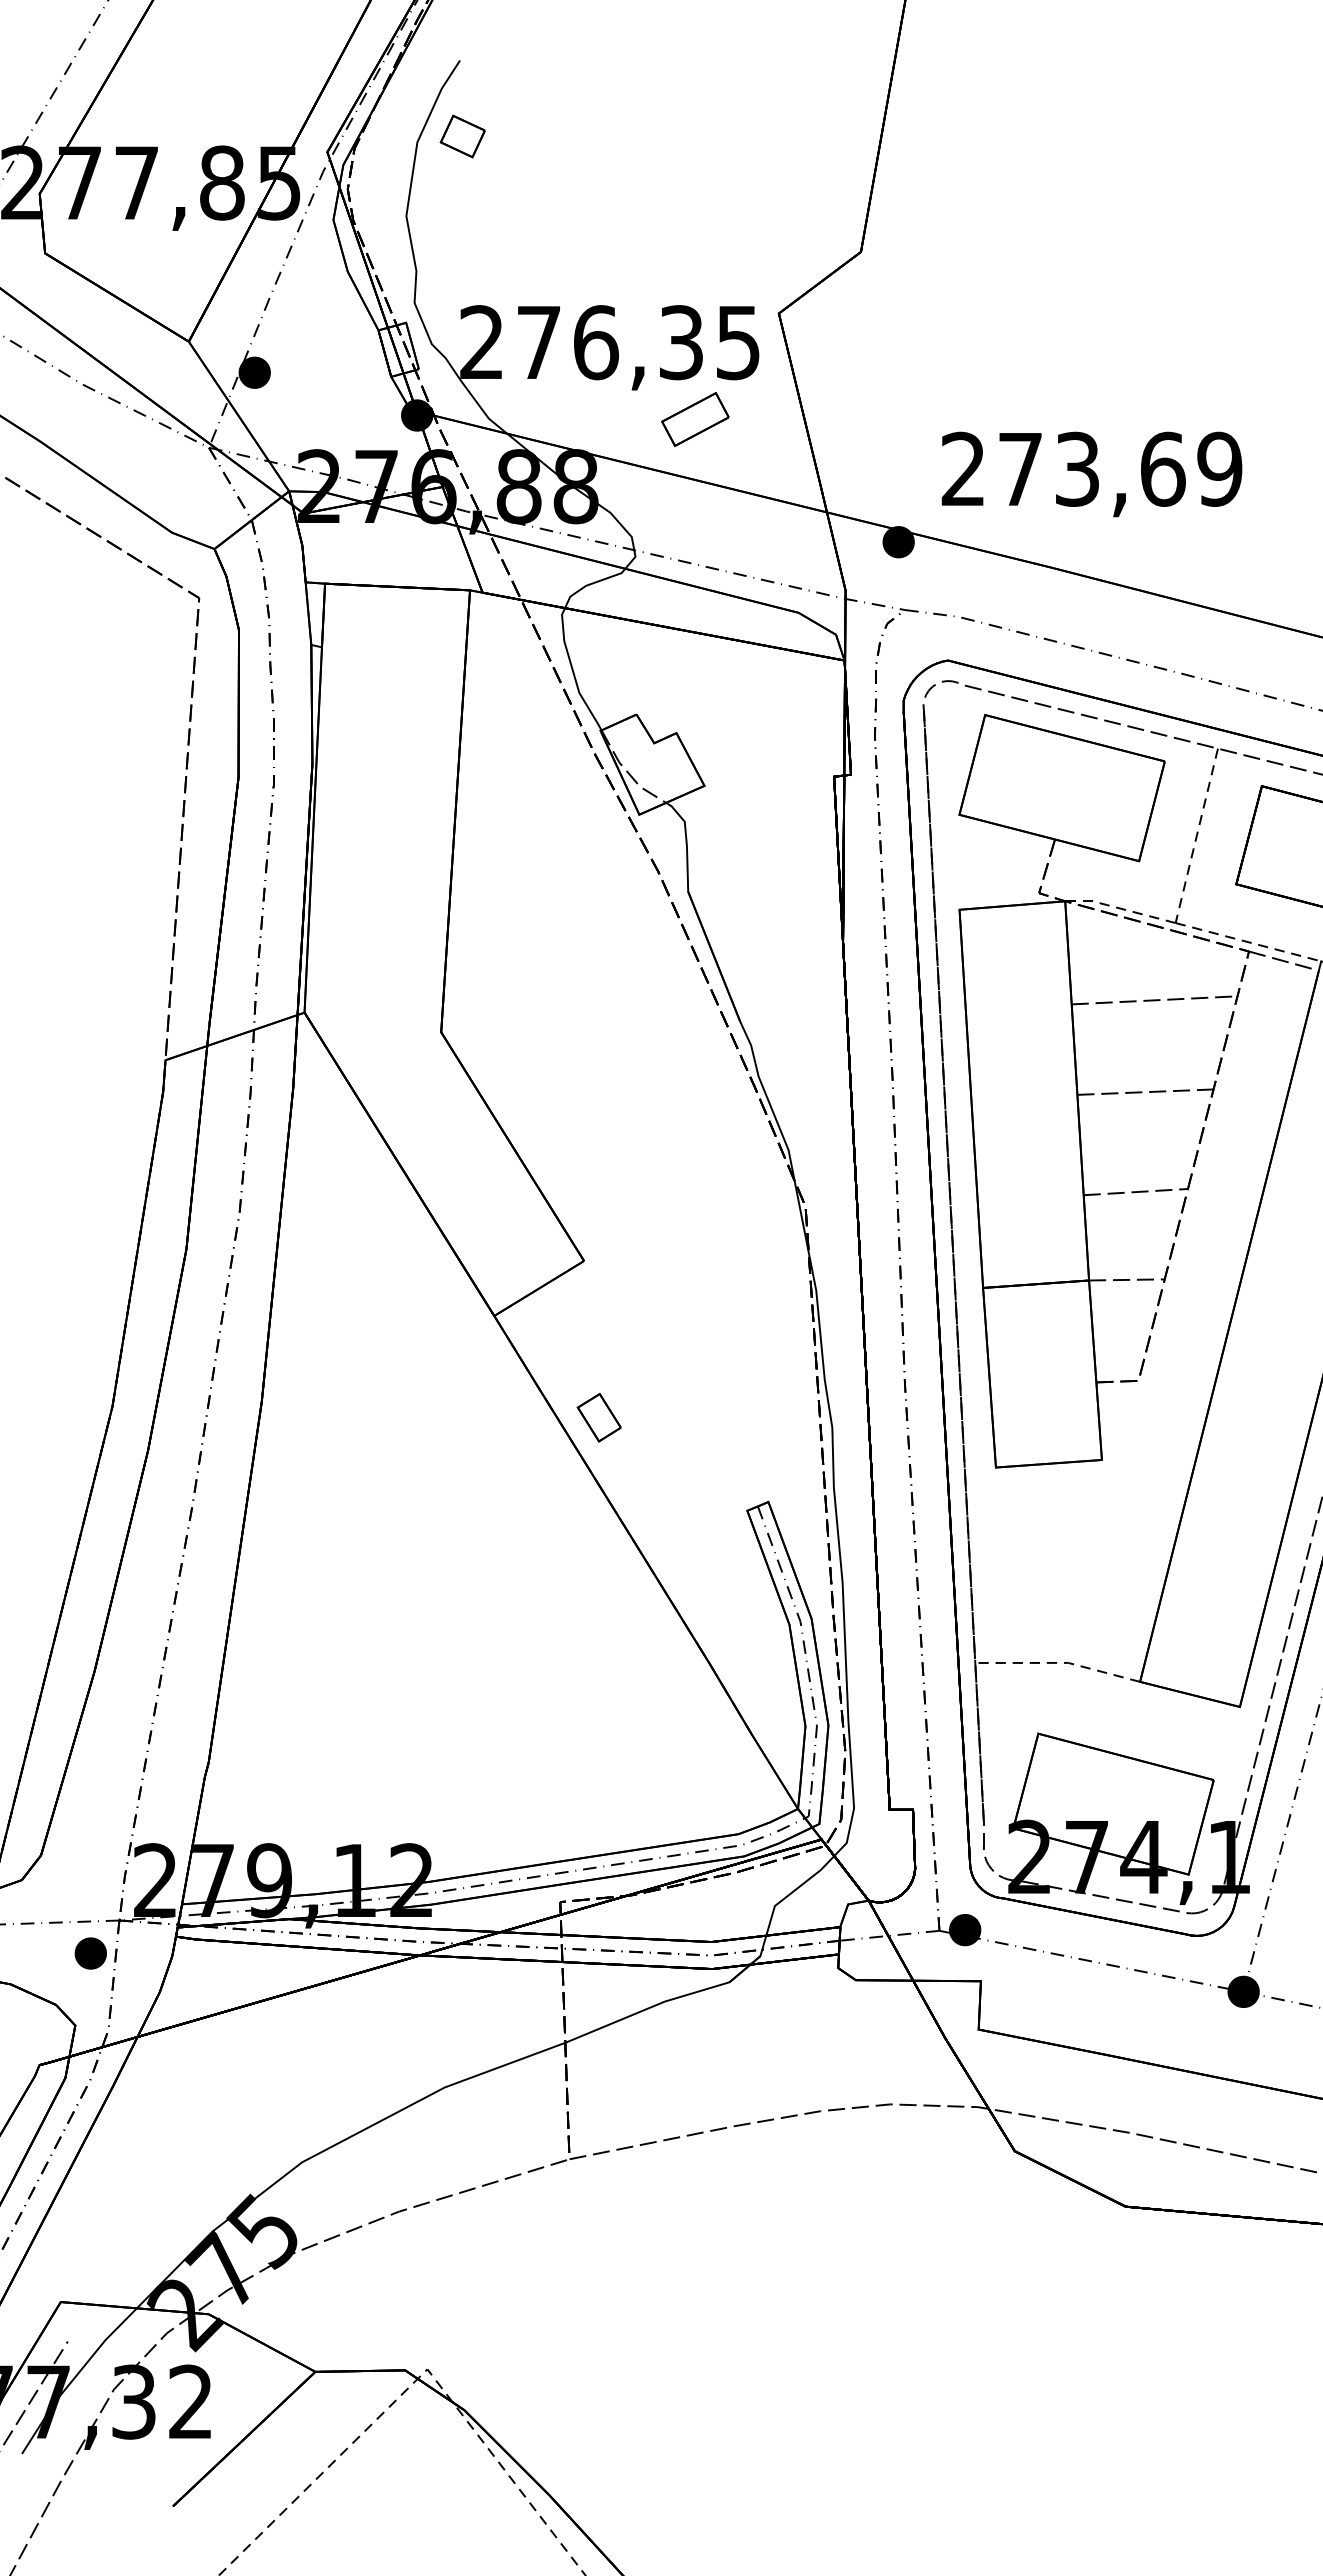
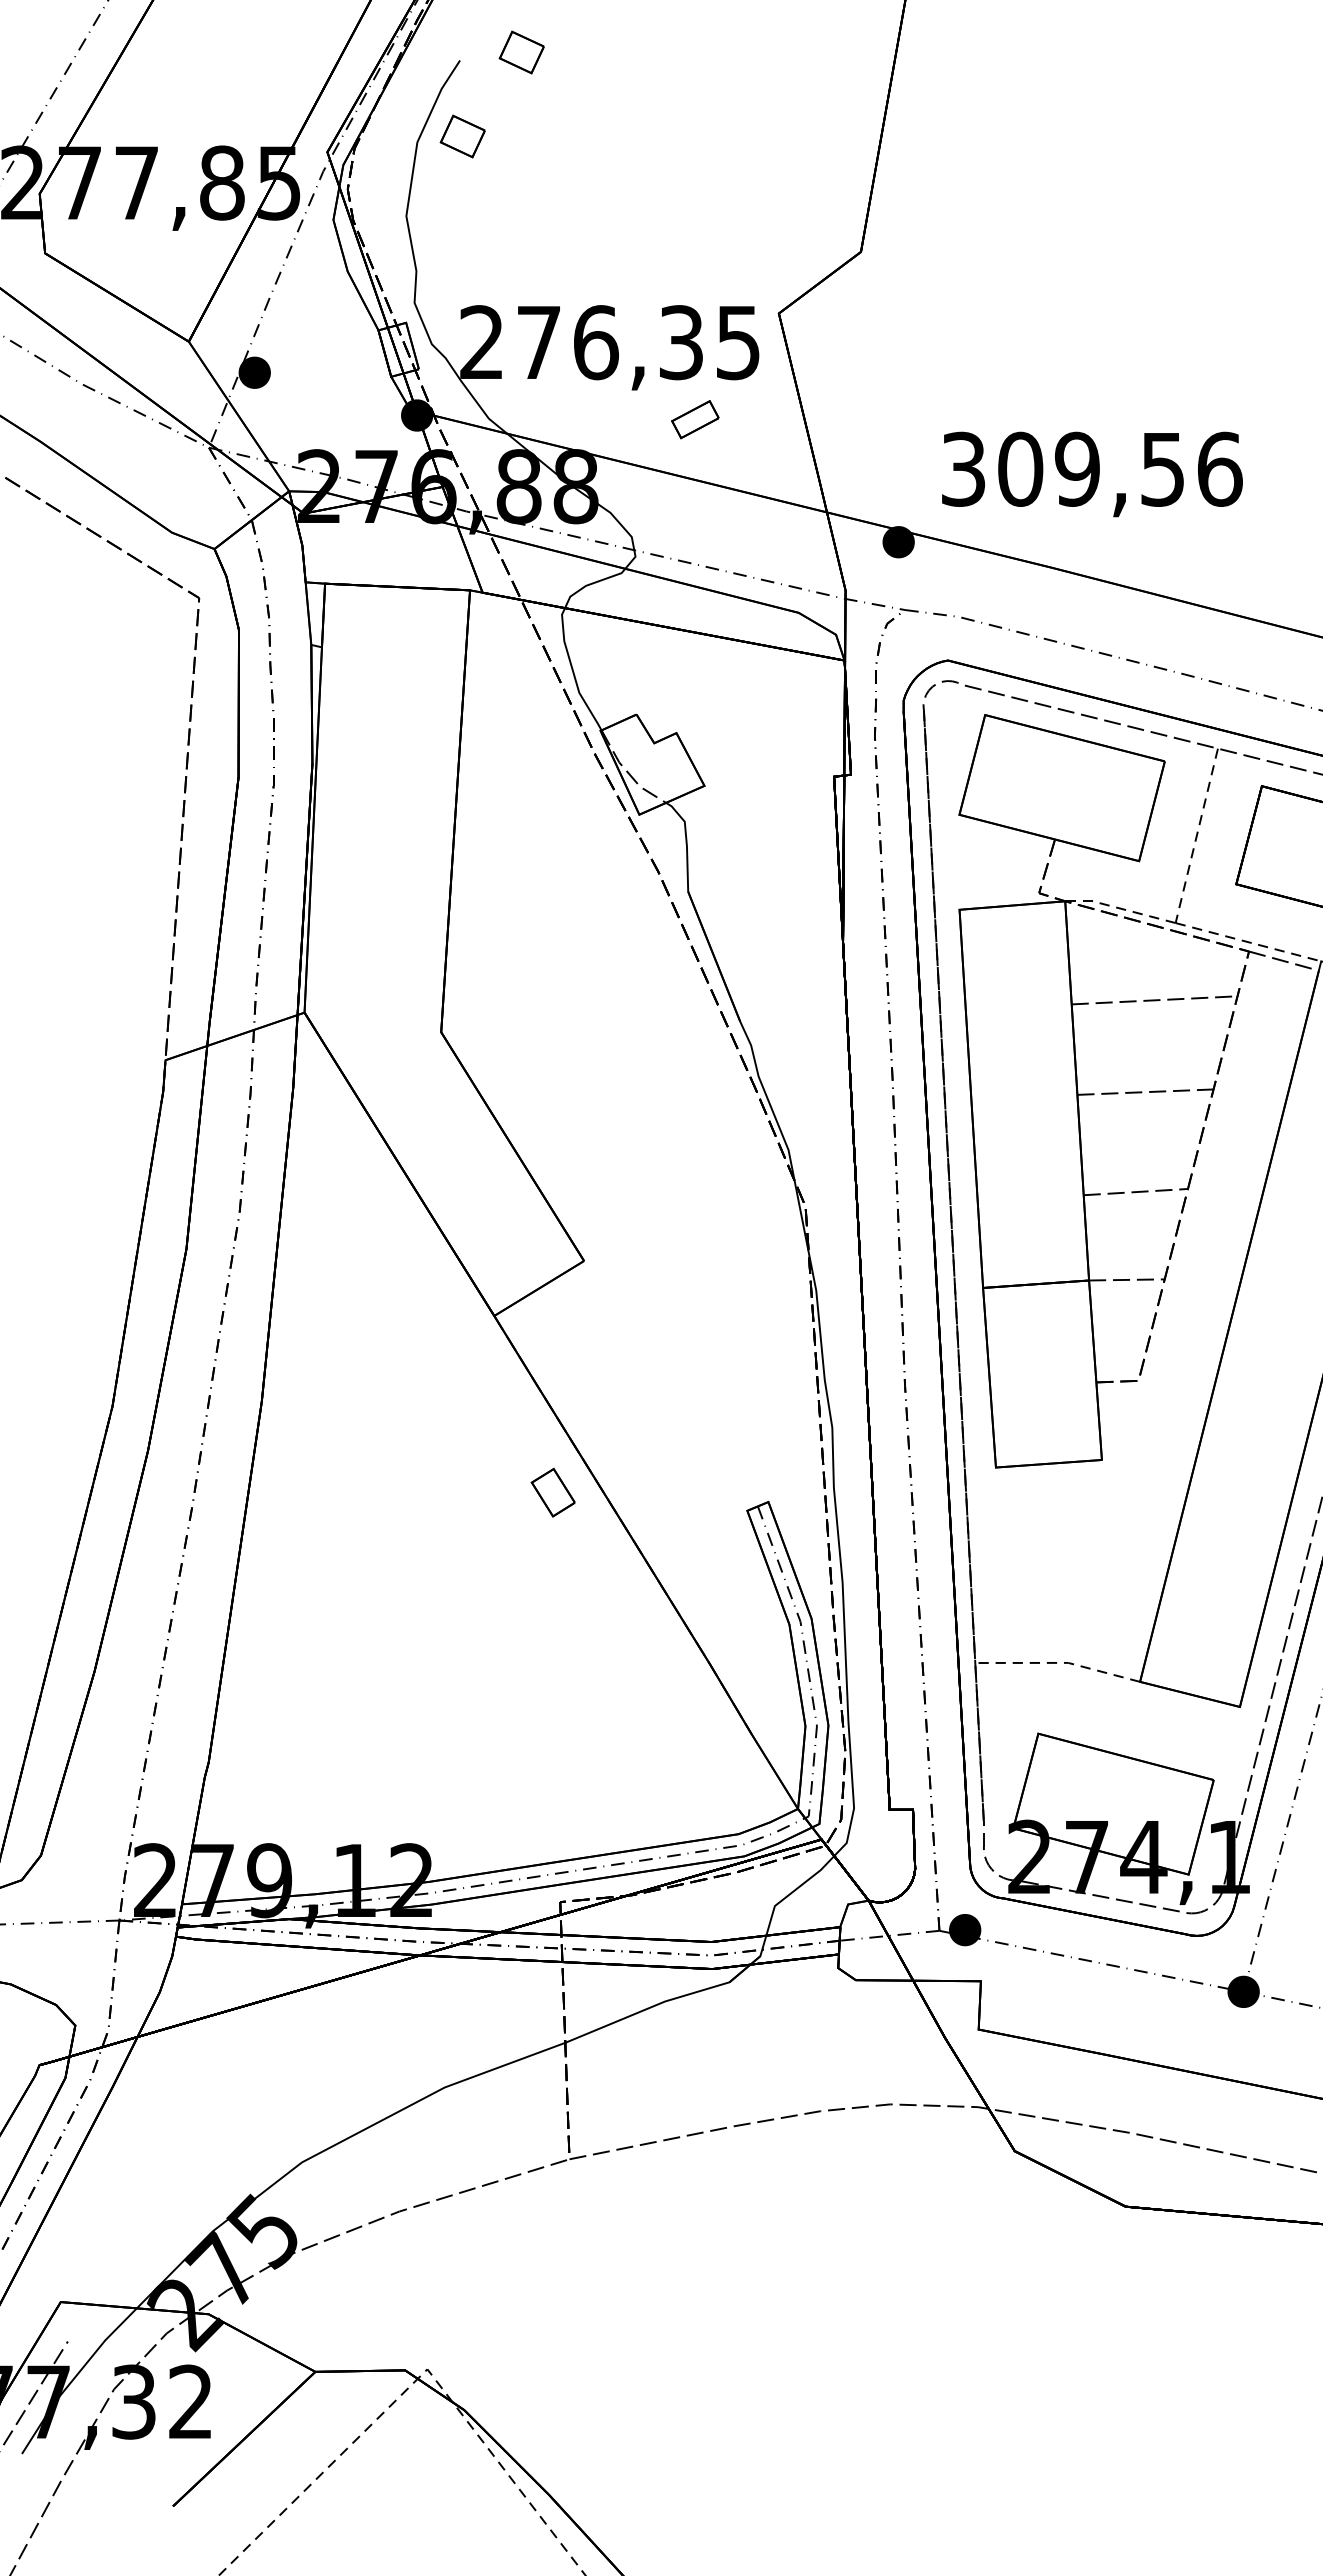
part at (521, 52): none -> present
part at (695, 419) size: 69x56 px -> 49x40 px
text at (1091, 468): 273,69 -> 309,56
part at (598, 1417) position: (598, 1417) -> (552, 1492)
part at (90, 1953): present -> none
